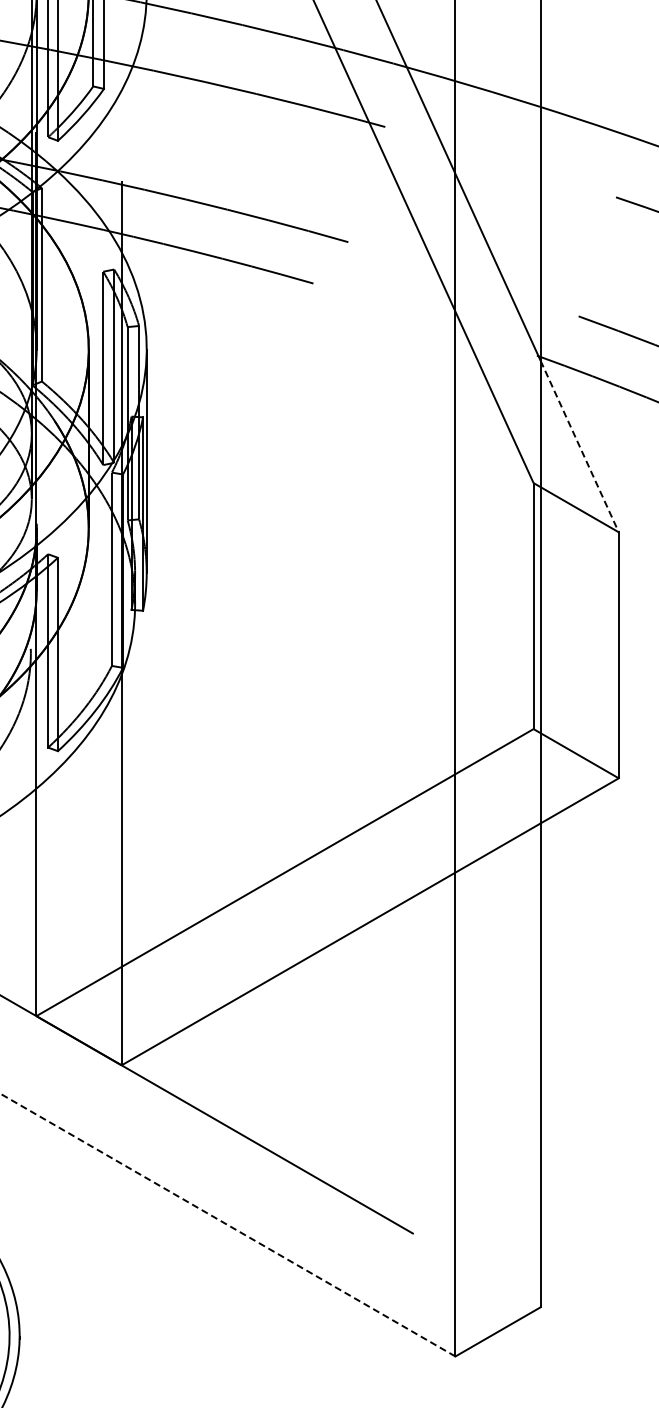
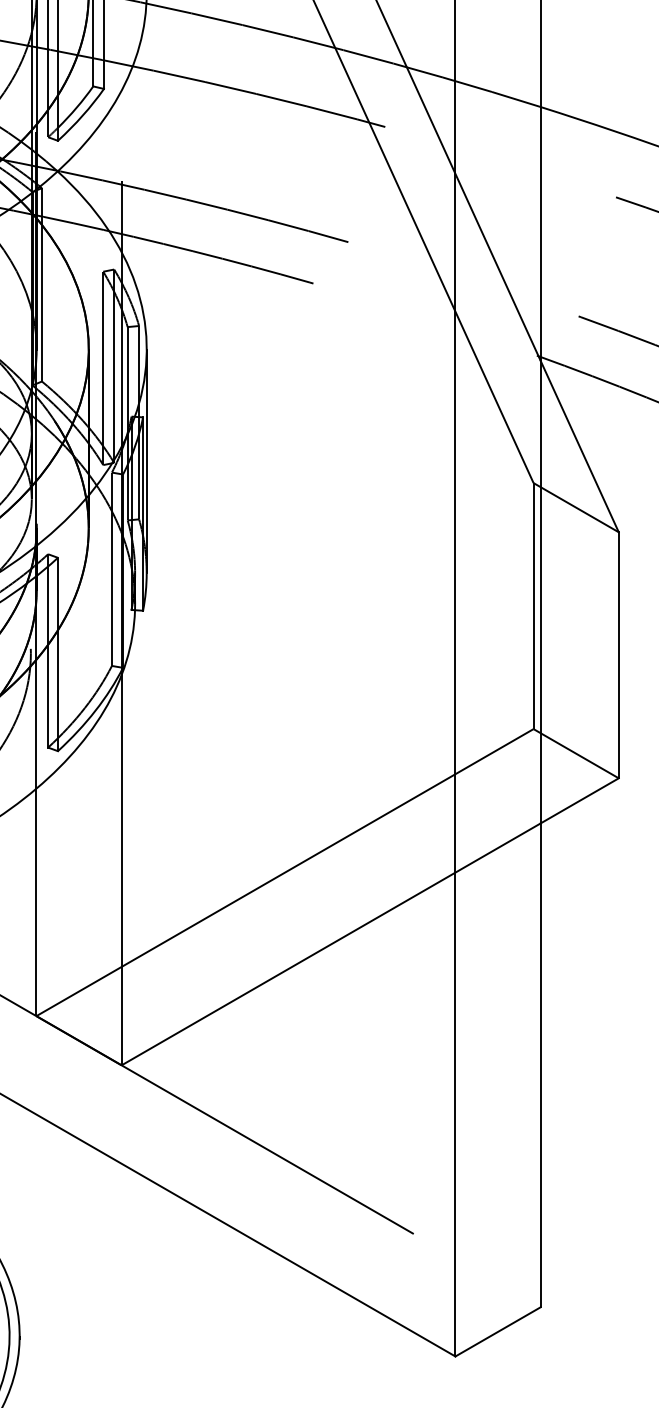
line at (579, 447): dashed -> solid
line at (227, 1225): dashed -> solid
